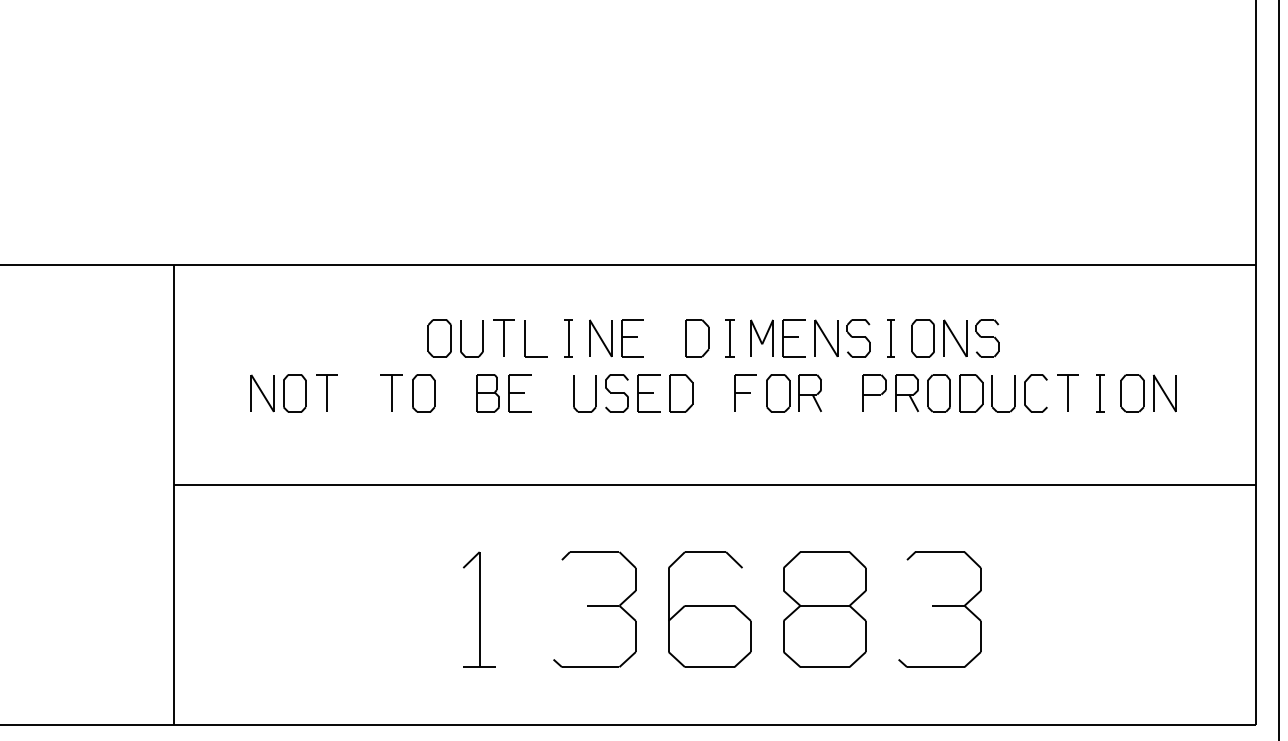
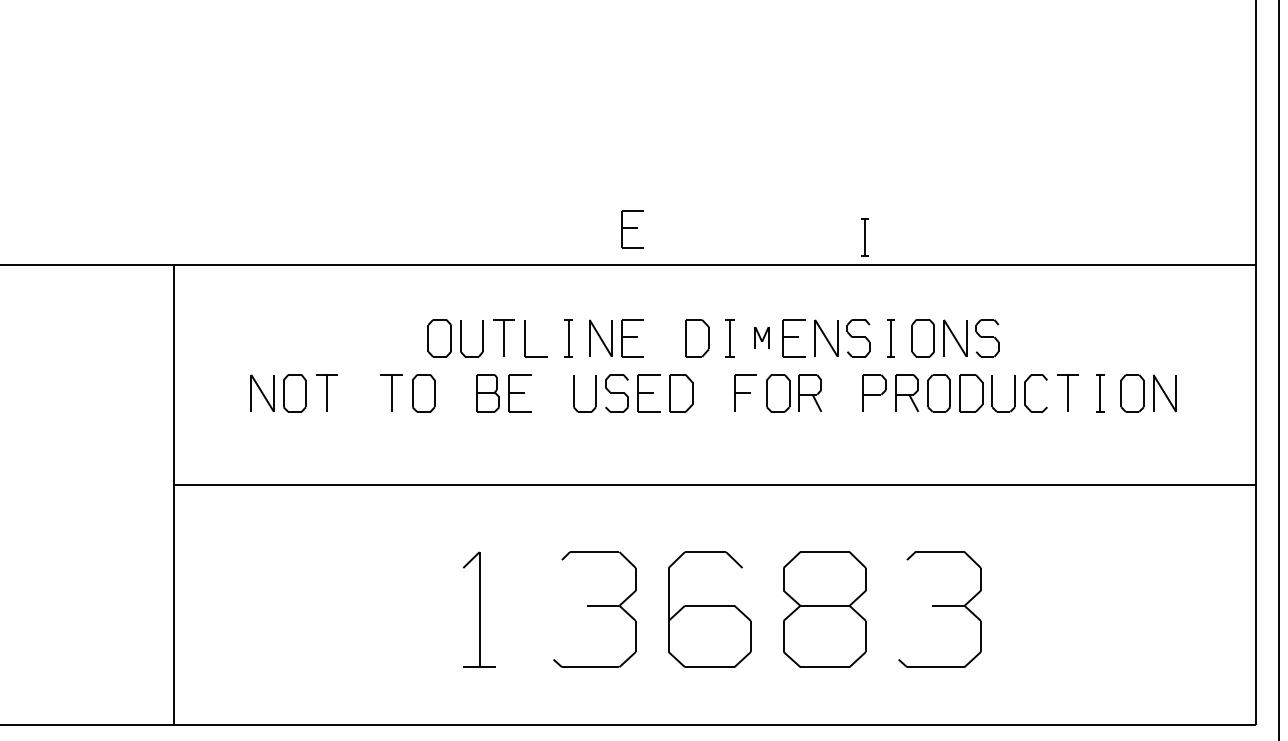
part at (632, 229): none -> present
part at (864, 237): none -> present
part at (761, 337) size: 24x38 px -> 16x22 px
